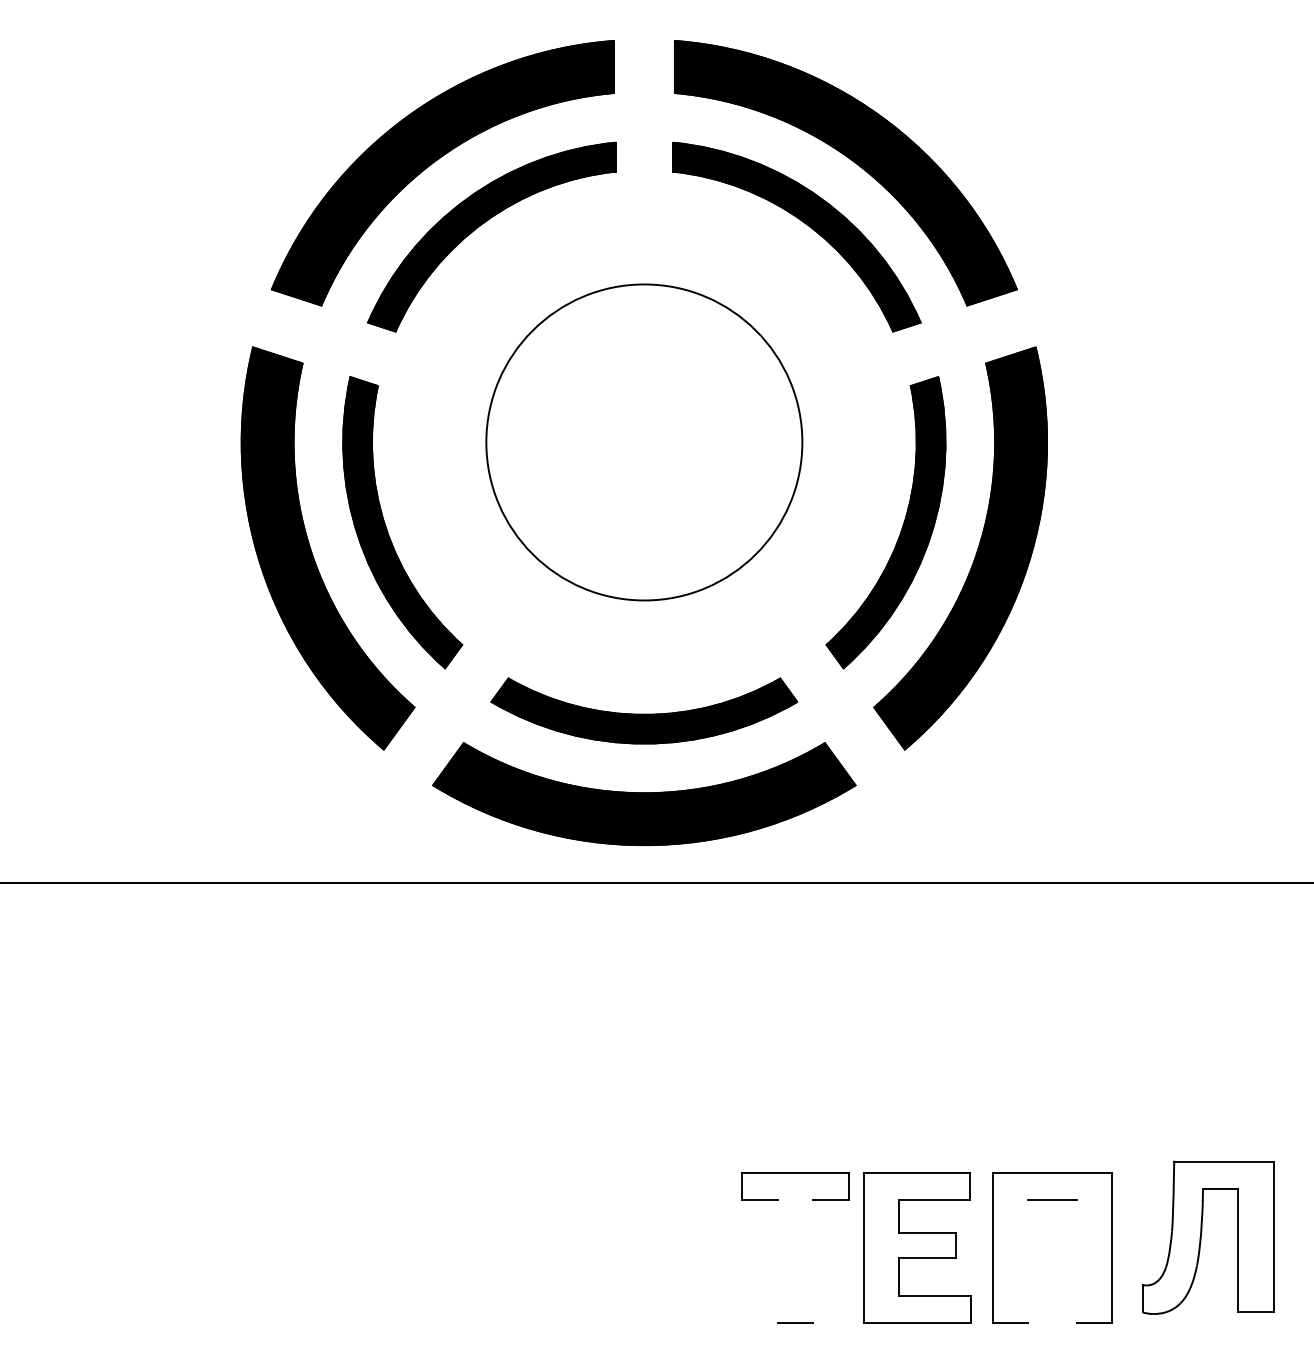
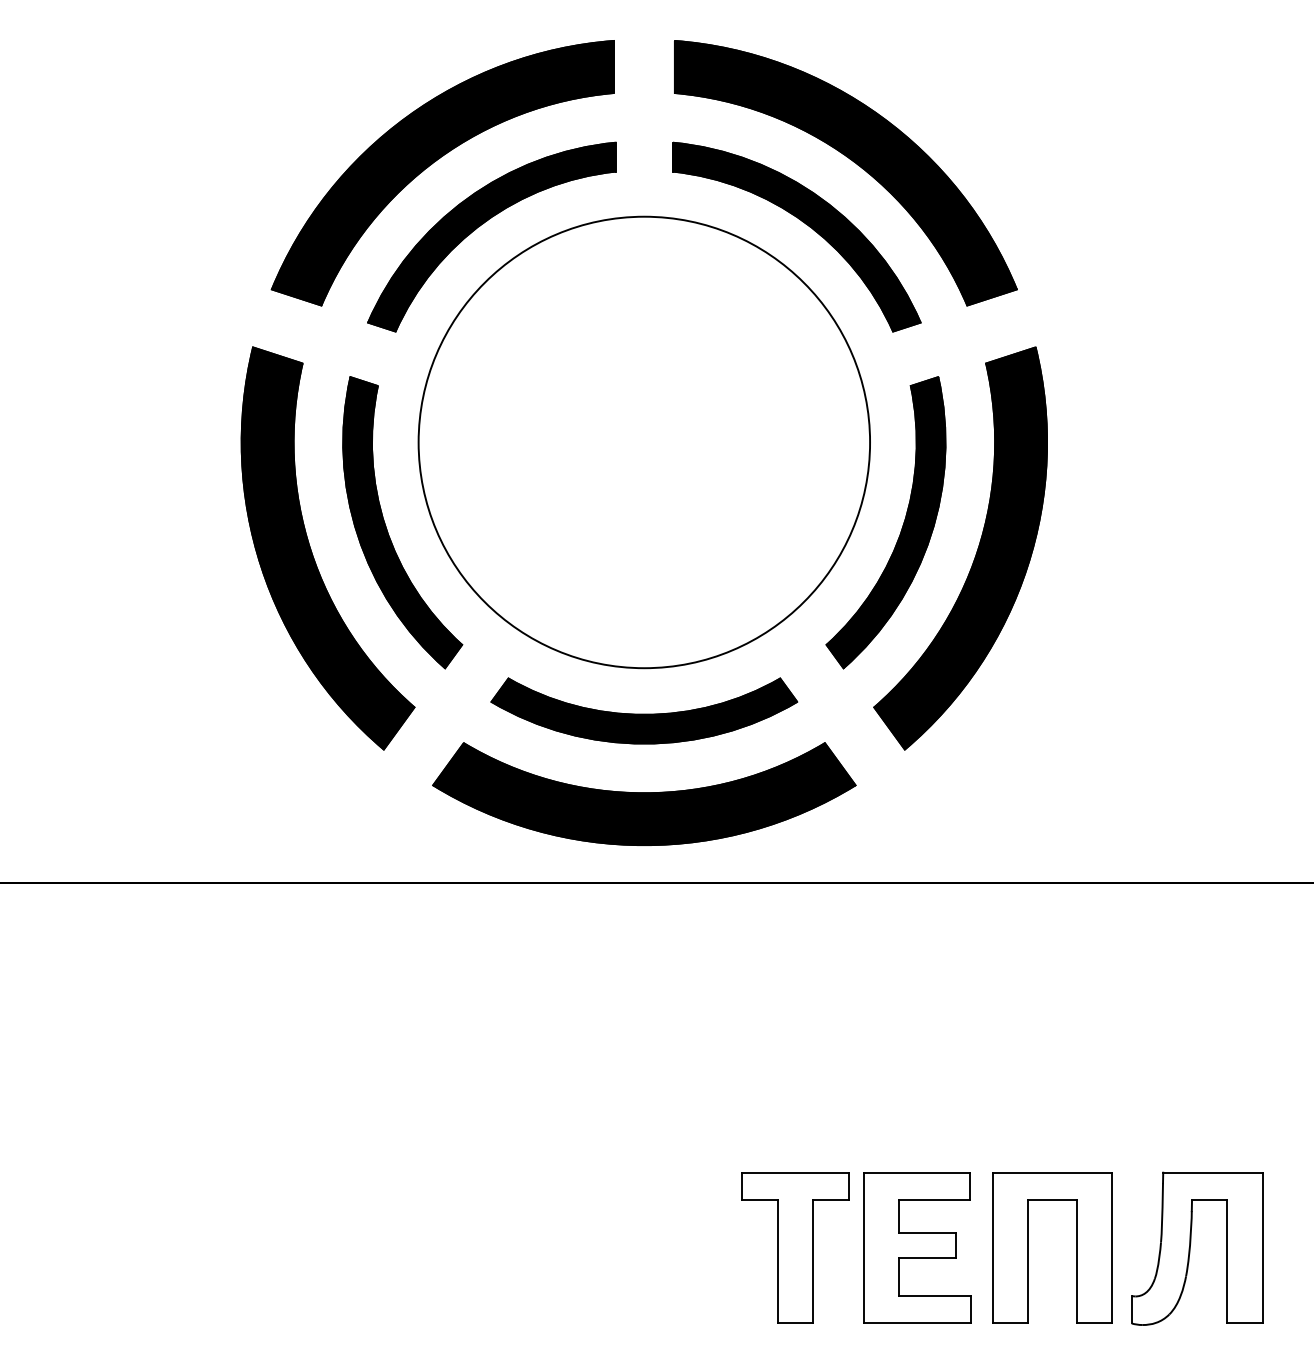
circle at (644, 442) diameter: 316 px -> 451 px
part at (1201, 1237) position: (1201, 1237) -> (1190, 1248)
line at (778, 1261): none -> present
line at (813, 1261): none -> present
line at (1028, 1261): none -> present
line at (1076, 1261): none -> present
